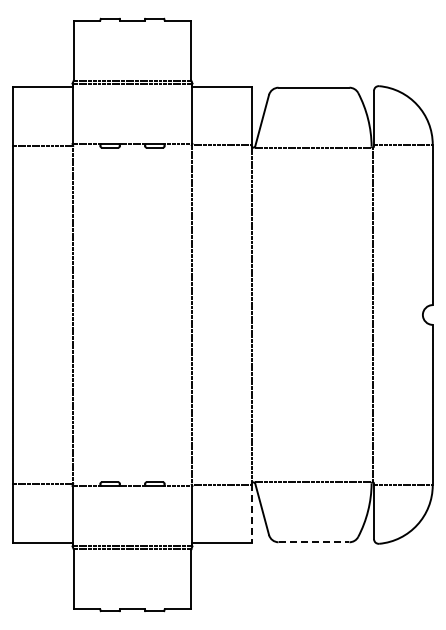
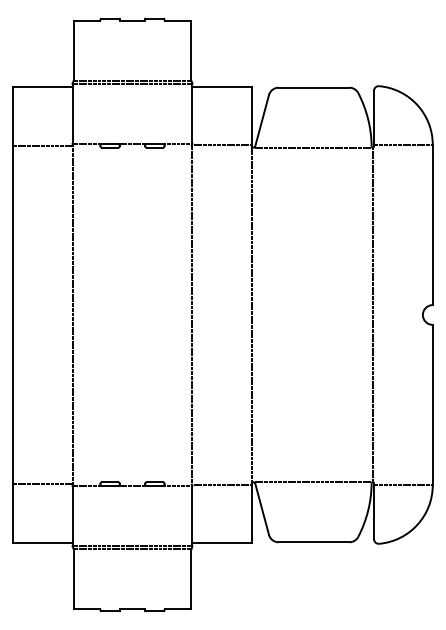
line at (251, 513): dashed -> solid
line at (314, 542): dashed -> solid
